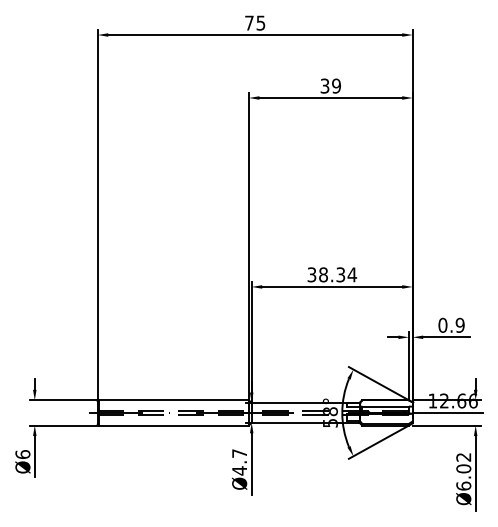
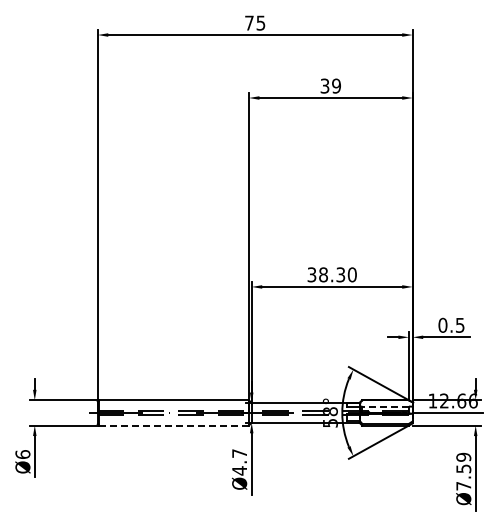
text at (352, 274): 38.34 -> 38.30
text at (459, 324): 0.9 -> 0.5
line at (385, 406): solid -> dashed
line at (173, 425): solid -> dashed
text at (463, 471): Ø6.02 -> Ø7.59
